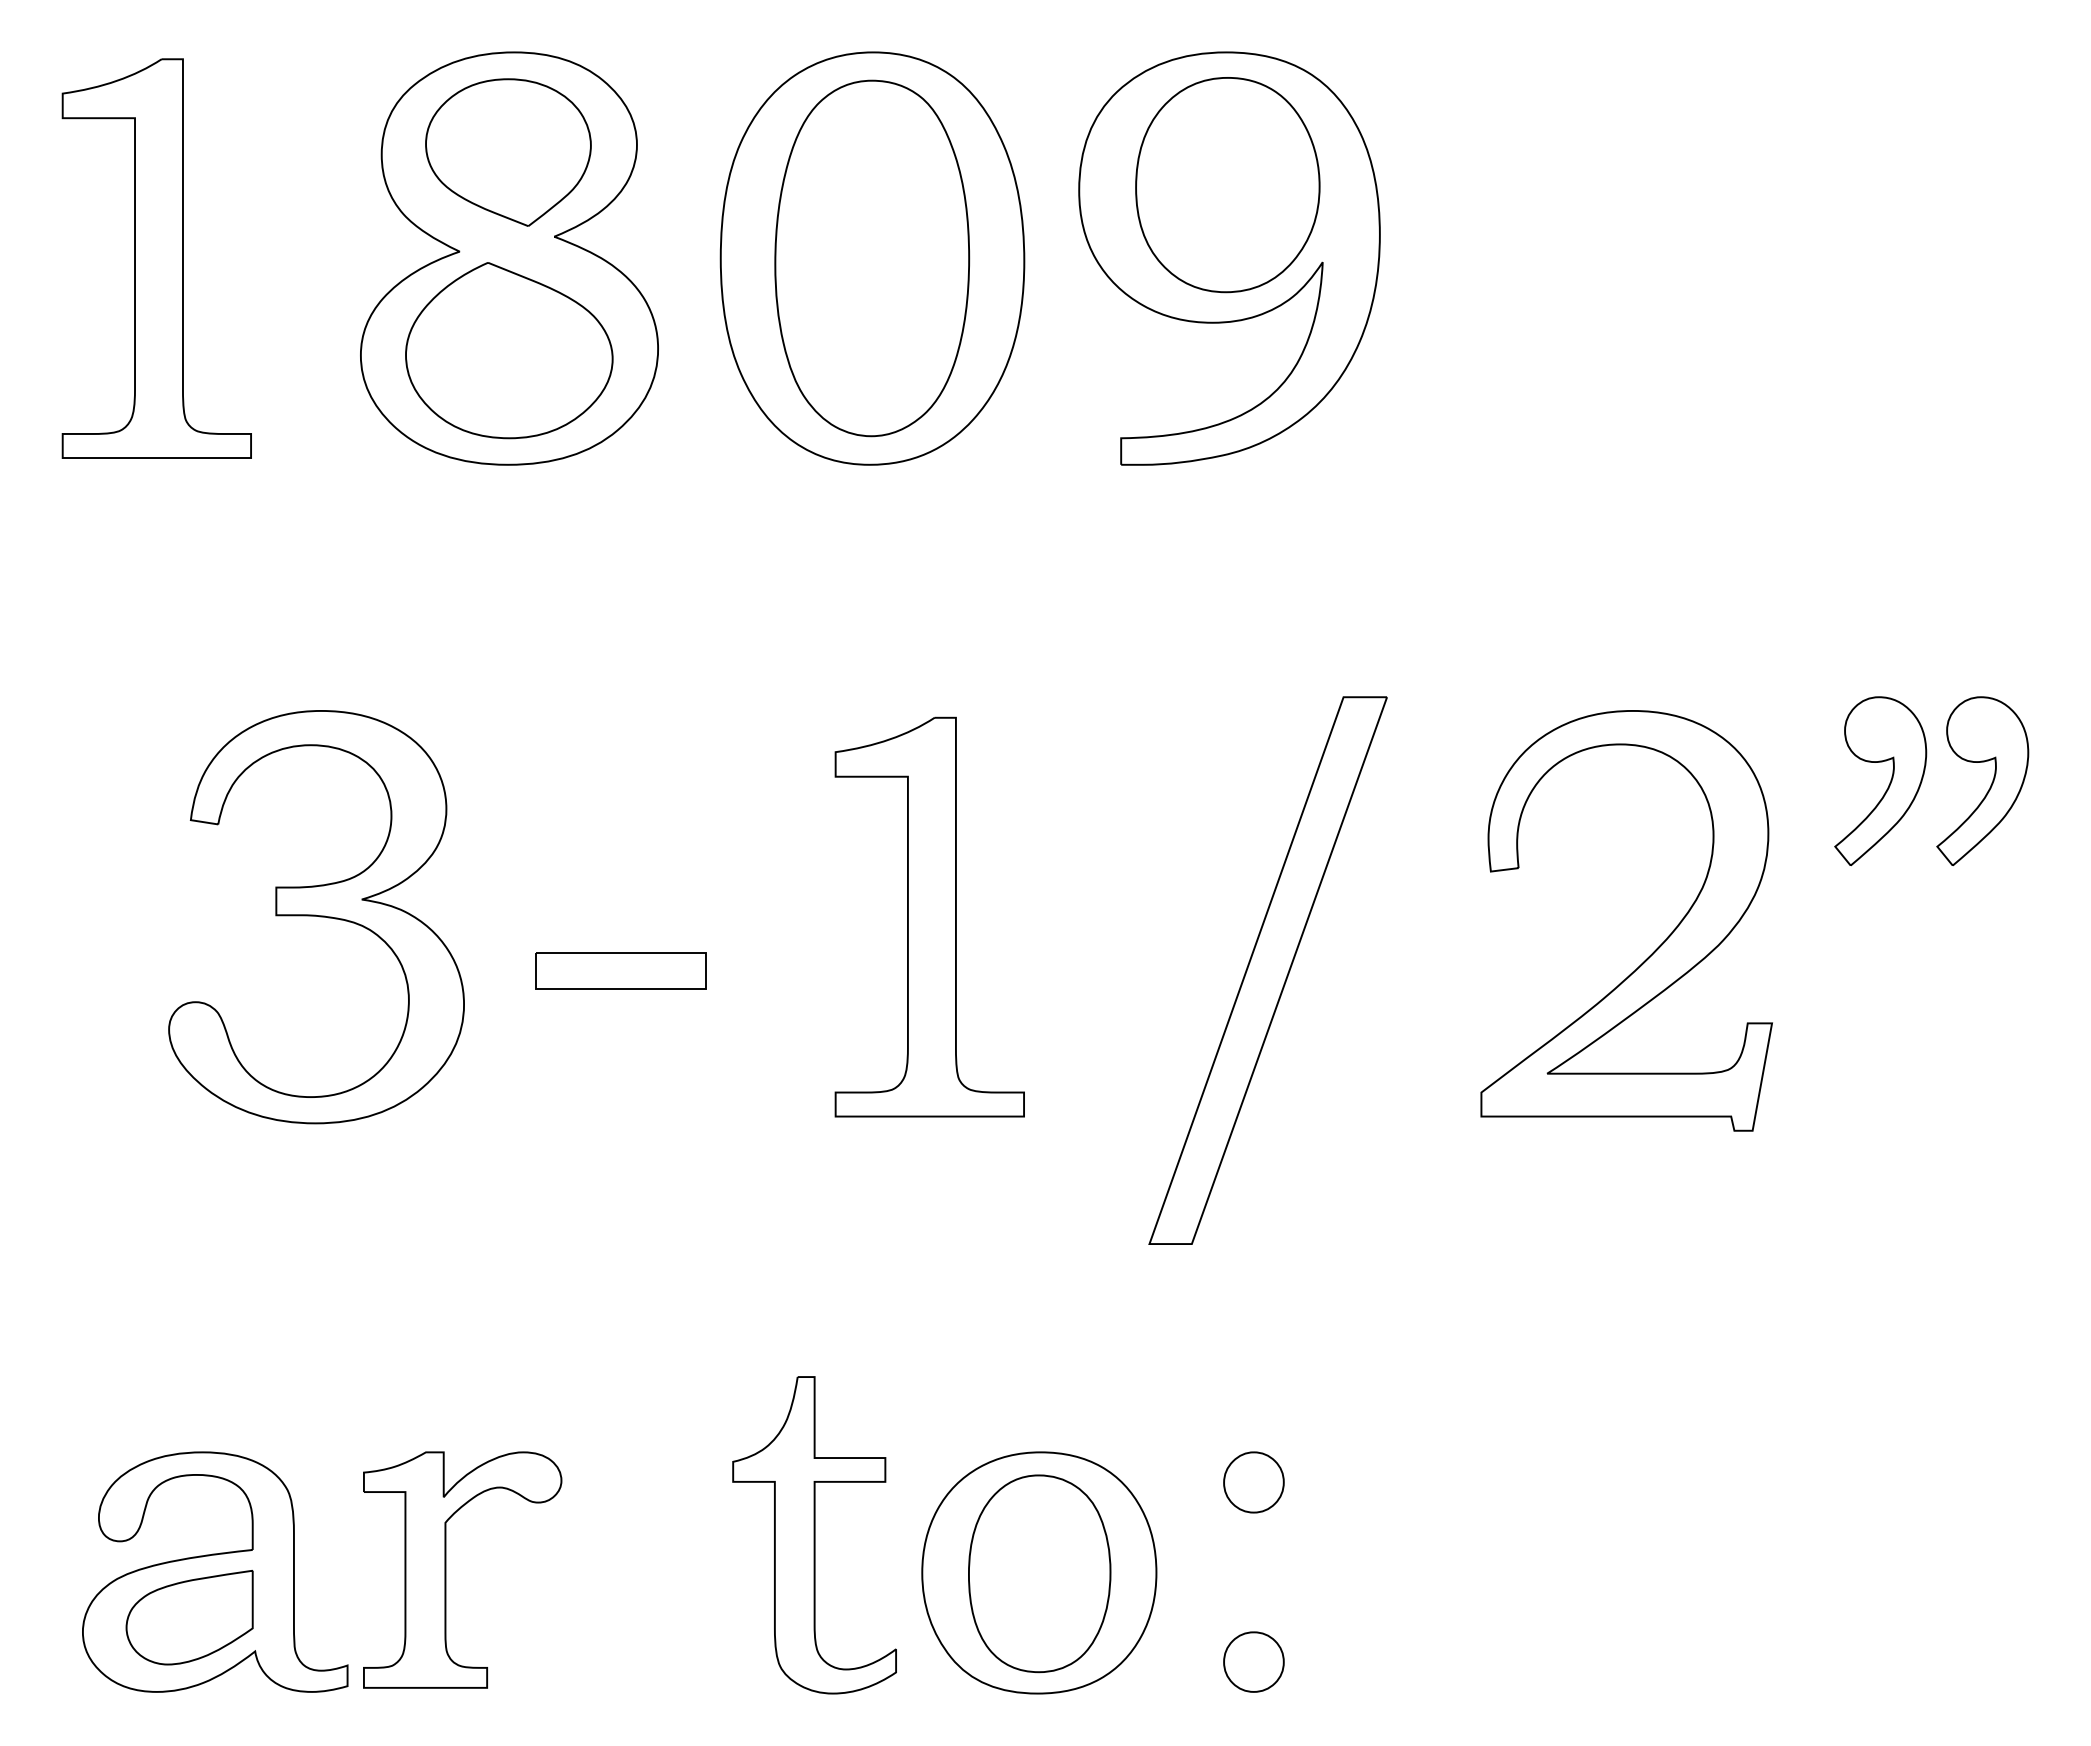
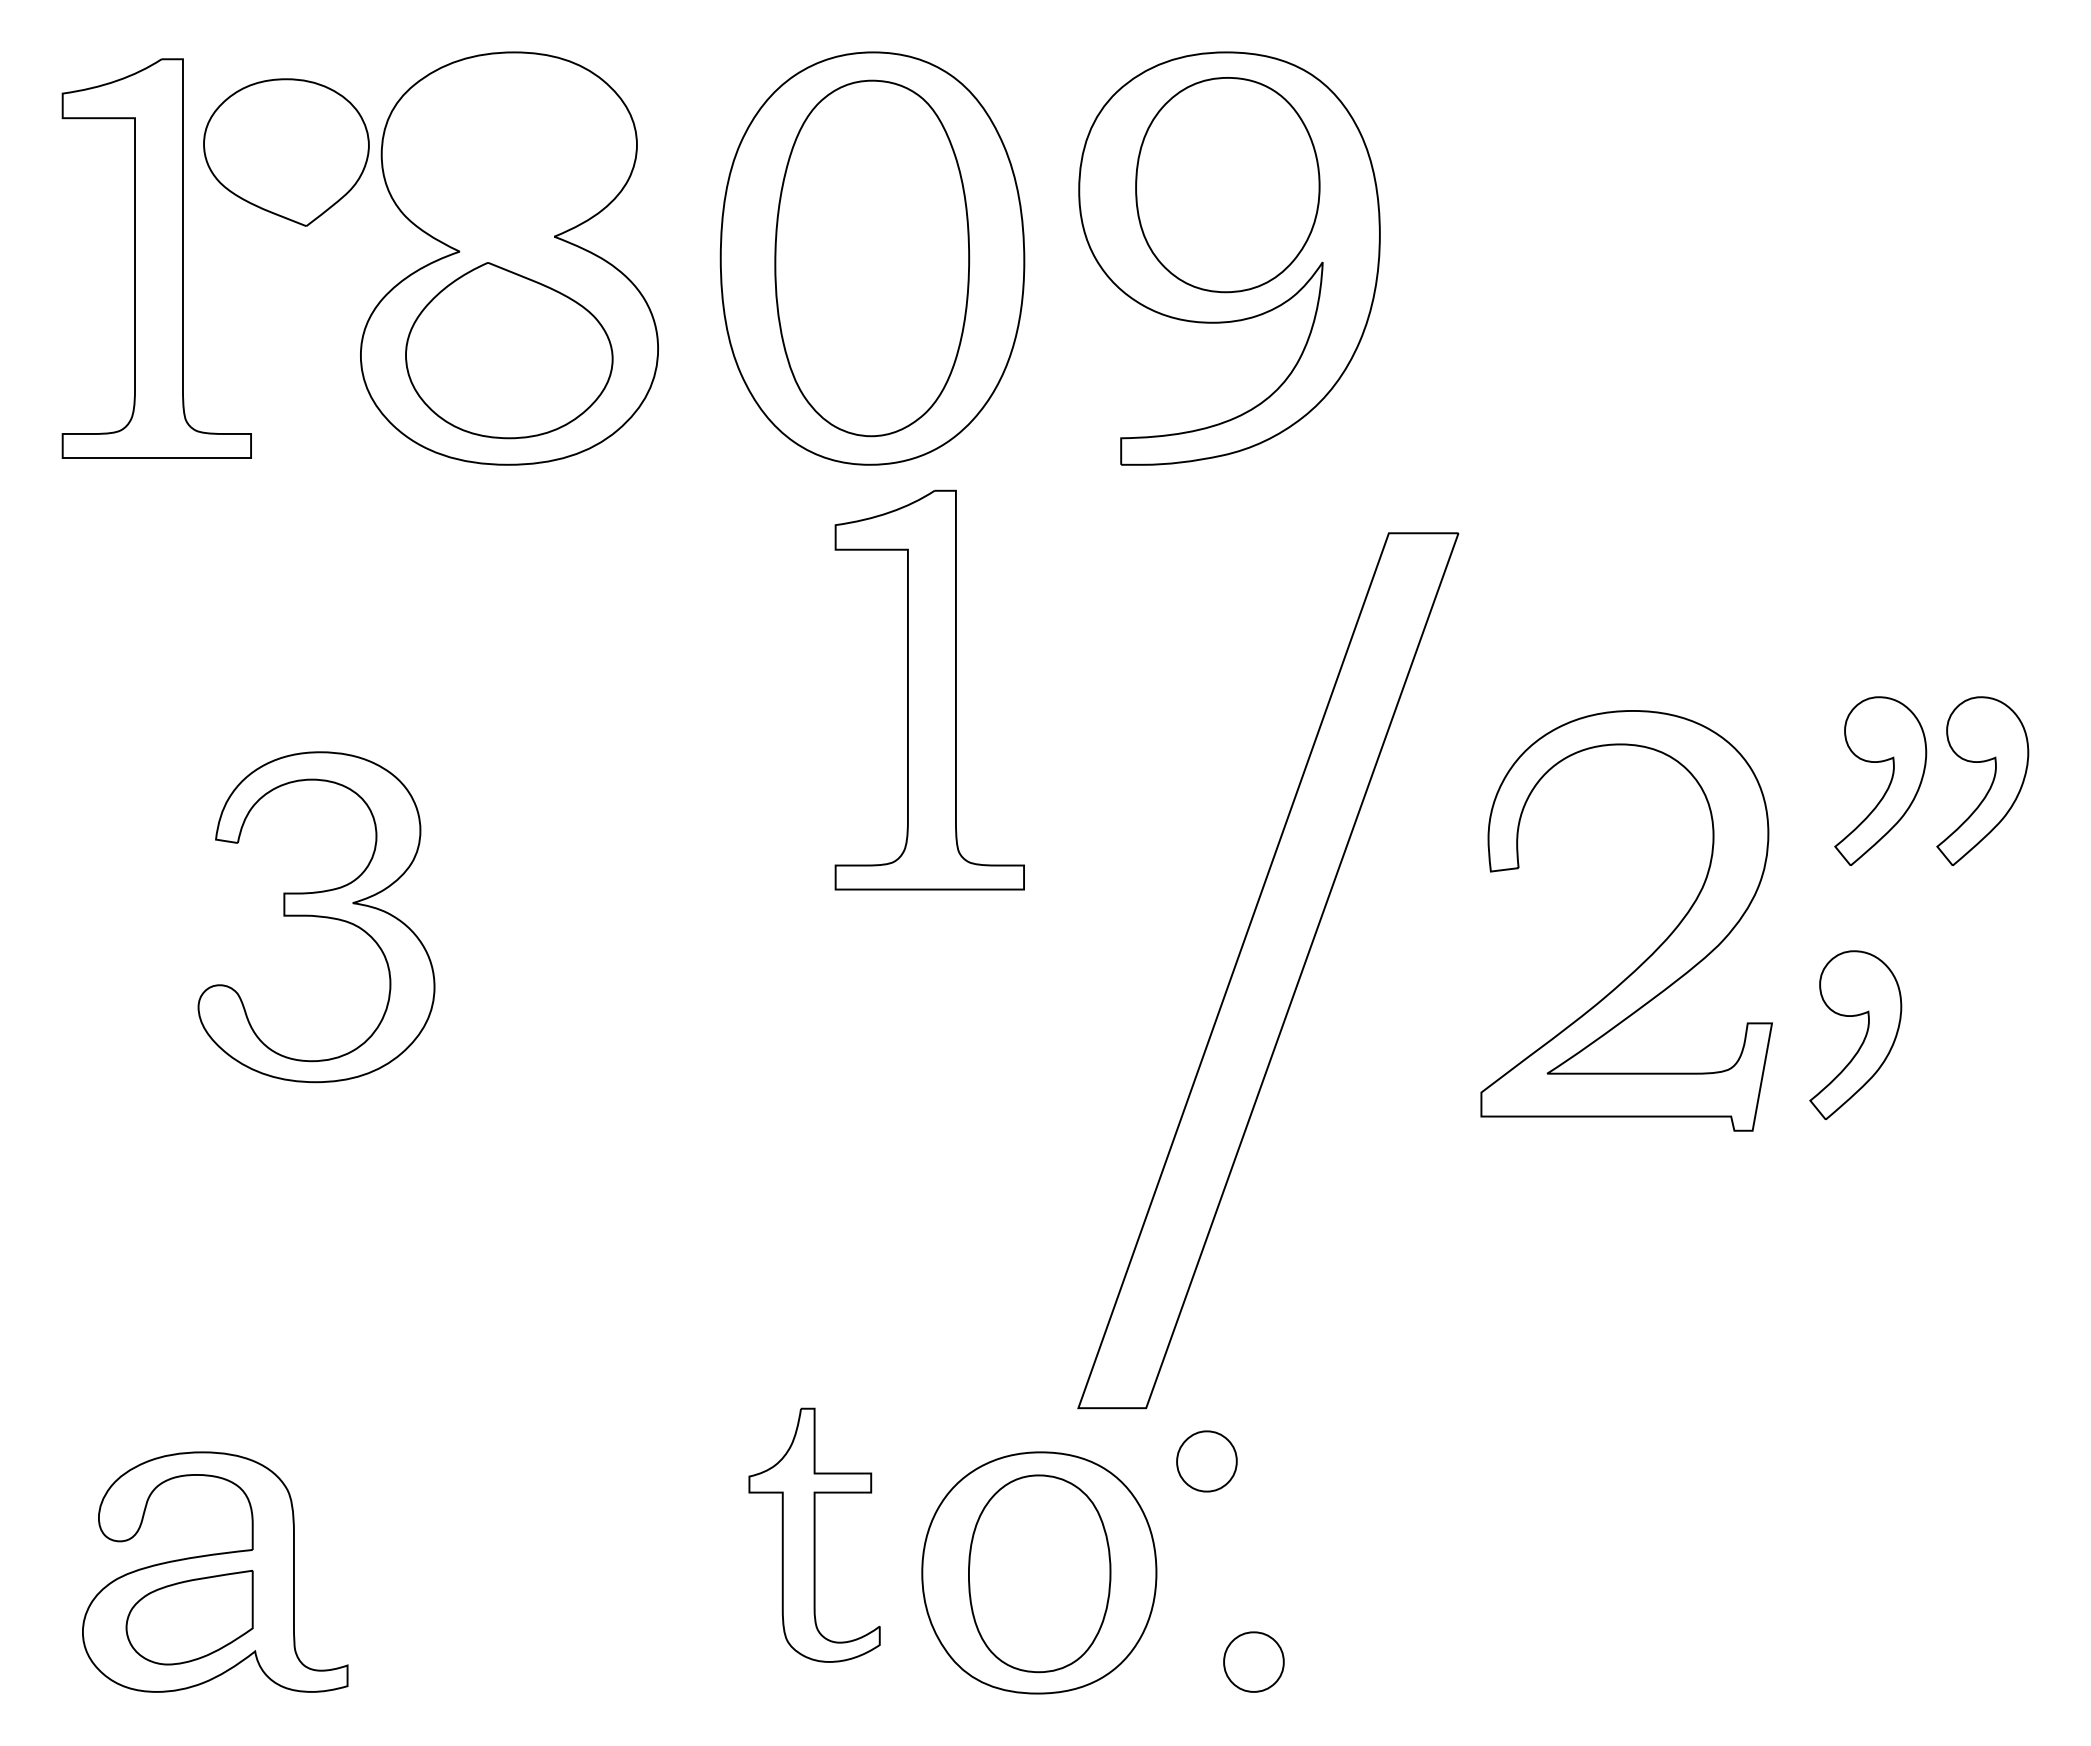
part at (508, 152) position: (508, 152) -> (286, 152)
part at (929, 916) position: (929, 916) -> (929, 689)
part at (316, 917) size: 297x415 px -> 239x333 px
part at (620, 970): present -> none
part at (1267, 970) size: 240x549 px -> 383x878 px
part at (1864, 1036): none -> present
part at (1253, 1482) position: (1253, 1482) -> (1206, 1461)
part at (814, 1535) size: 165x319 px -> 133x256 px
part at (446, 1569): present -> none
